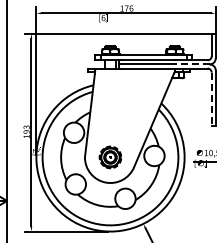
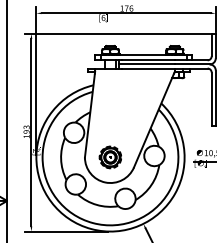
line at (191, 64): dashed -> solid
line at (211, 99): dashed -> solid
